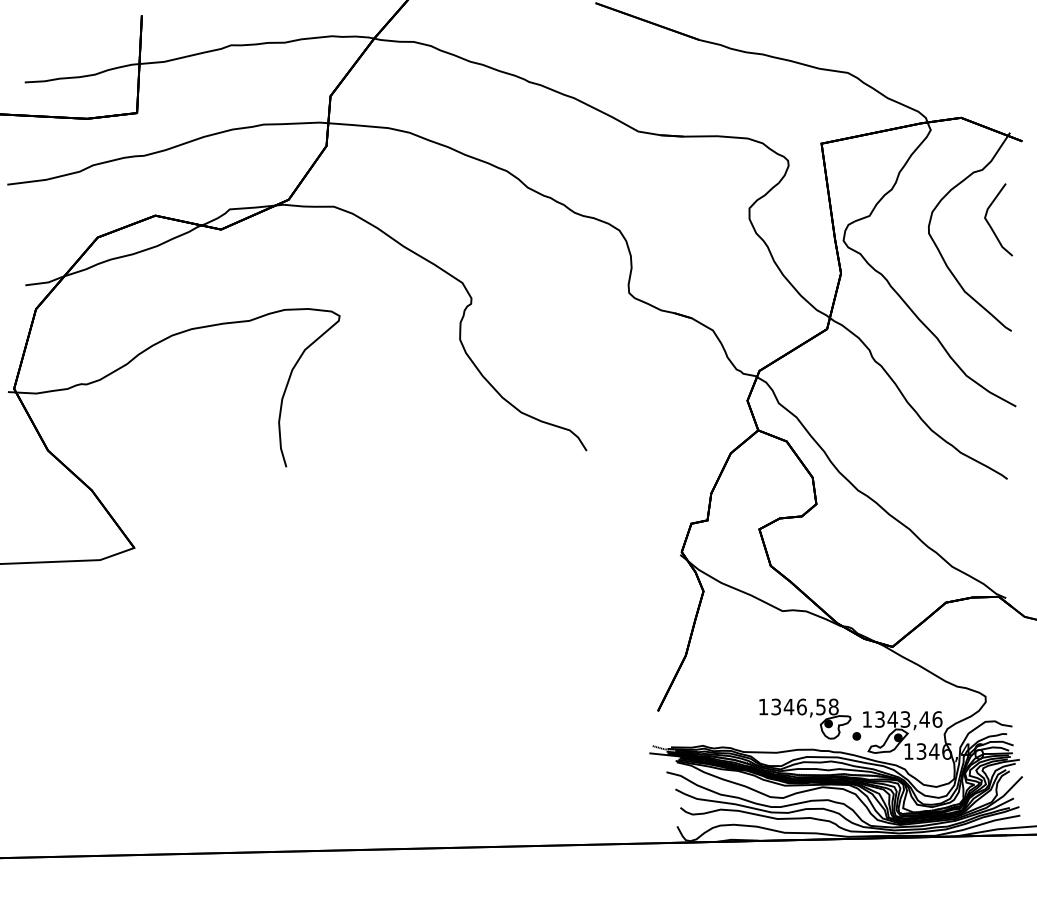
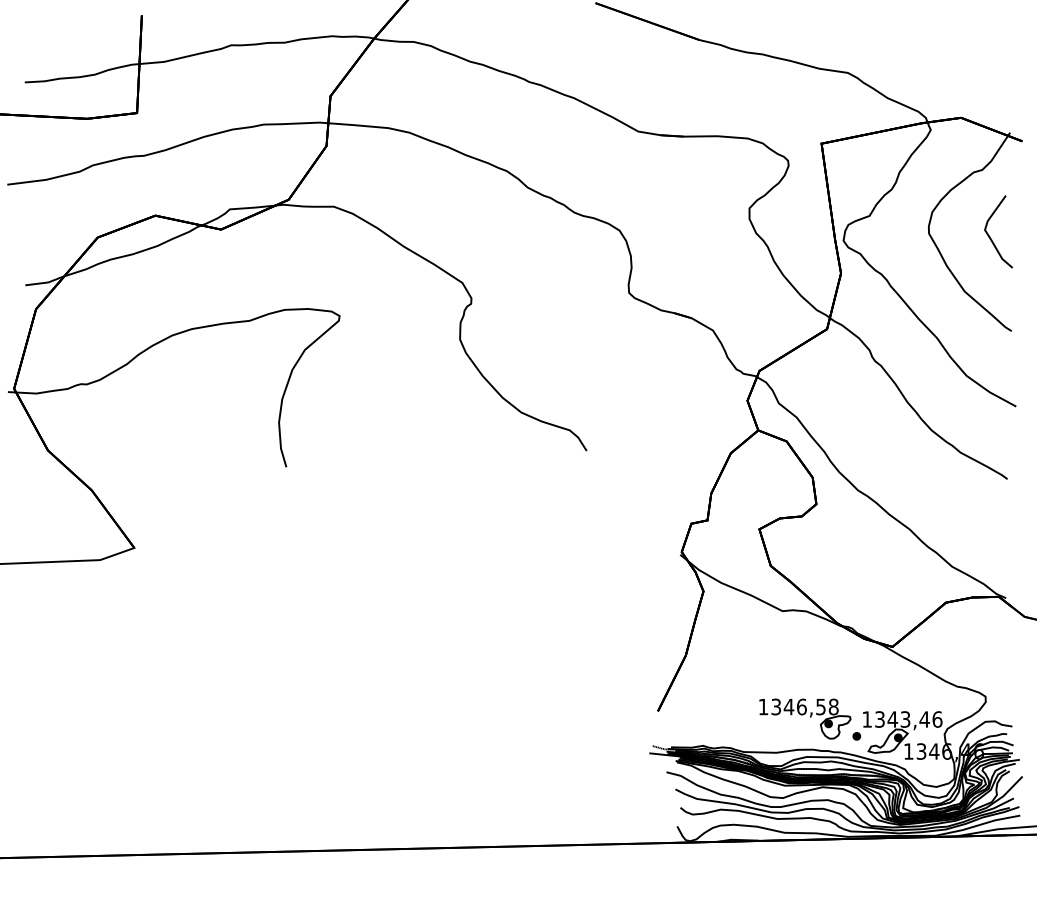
curve at (990, 224) position: (990, 224) -> (990, 236)
